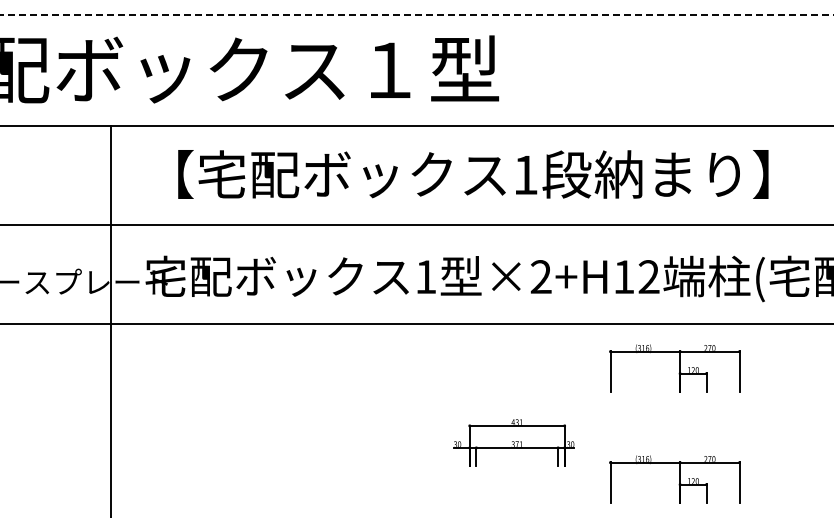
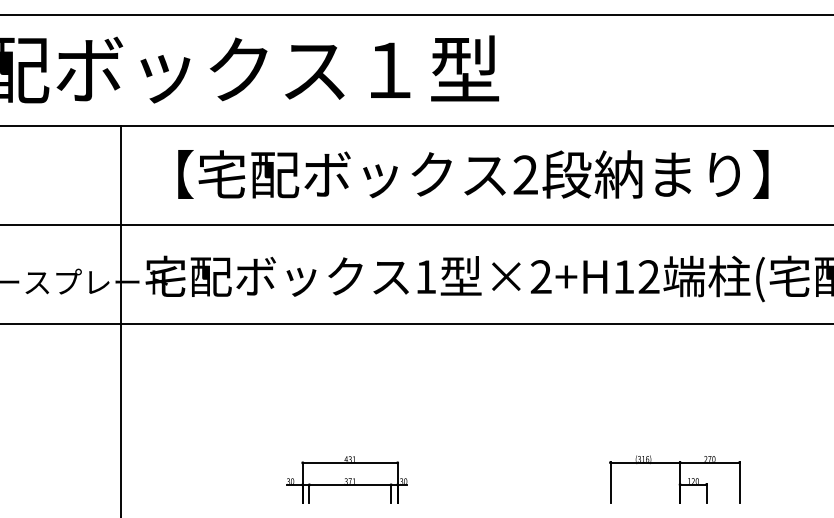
line at (417, 15): dashed -> solid
text at (525, 174): 1 -> 2
line at (111, 319) position: (111, 319) -> (121, 319)
part at (674, 368): present -> none
part at (513, 442) position: (513, 442) -> (346, 479)
